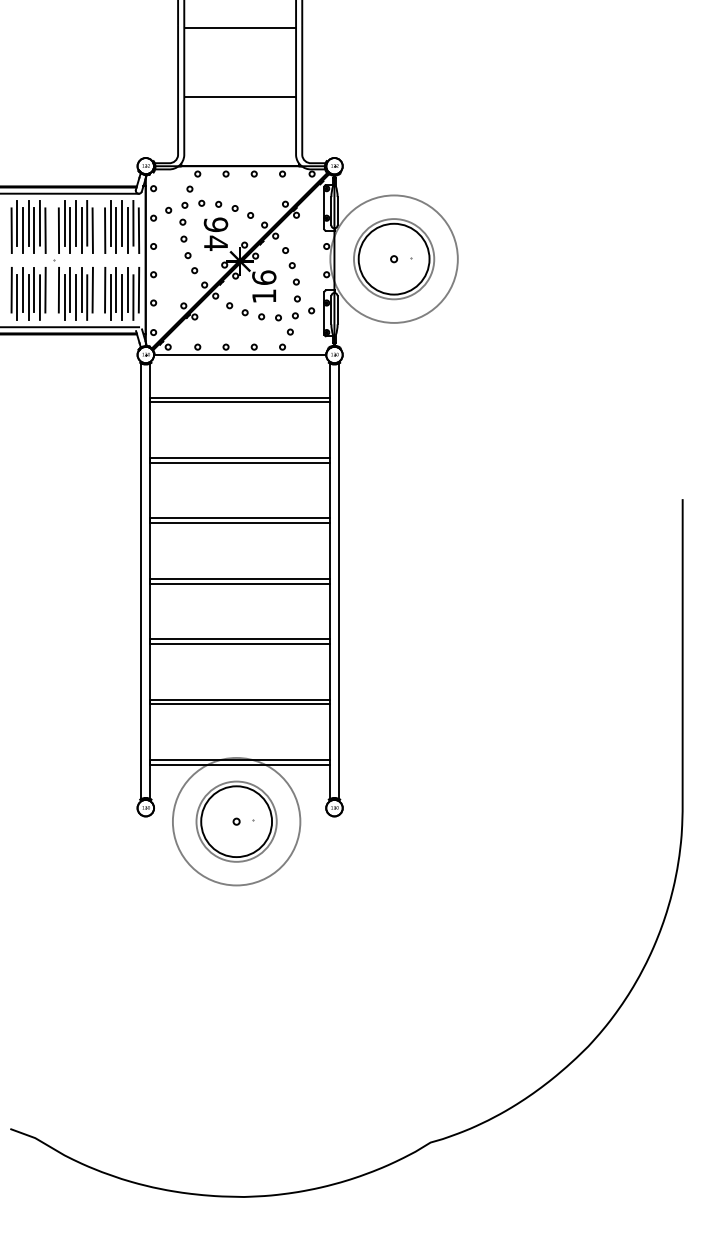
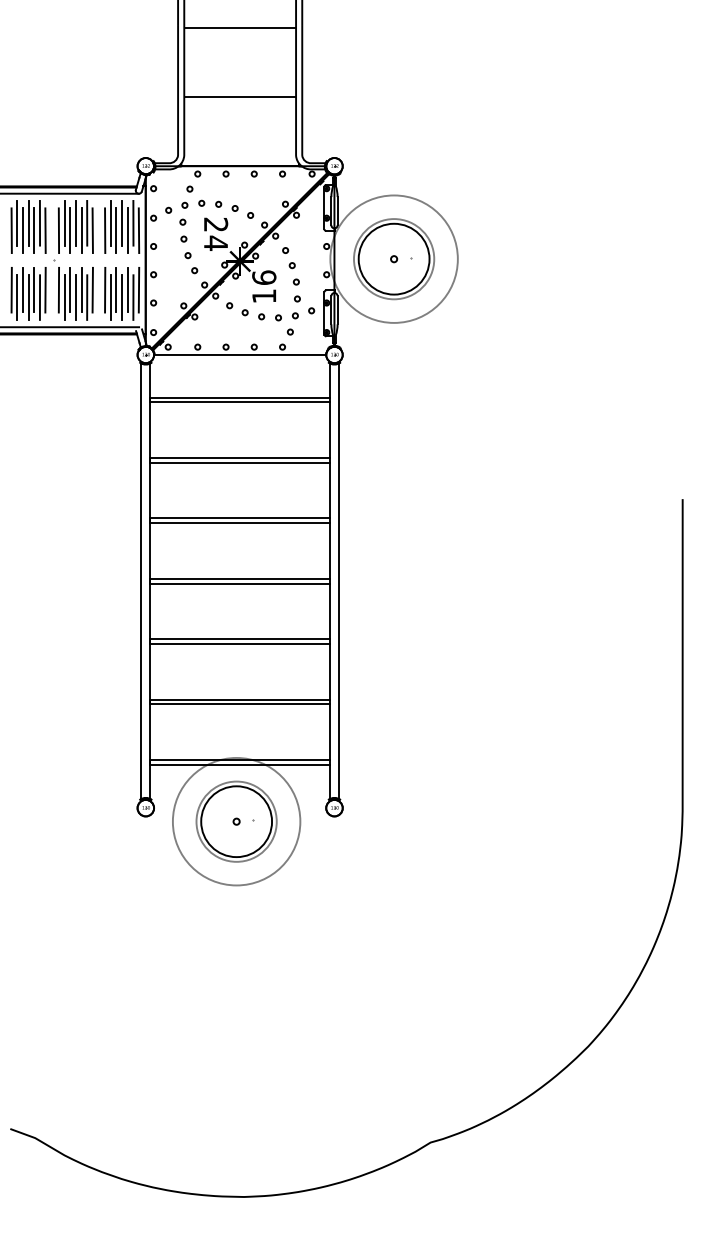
text at (215, 224): 94 -> 24
